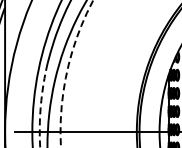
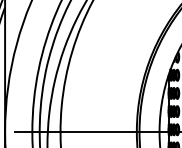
arc at (67, 71): dashed -> solid
arc at (40, 106): dashed -> solid
